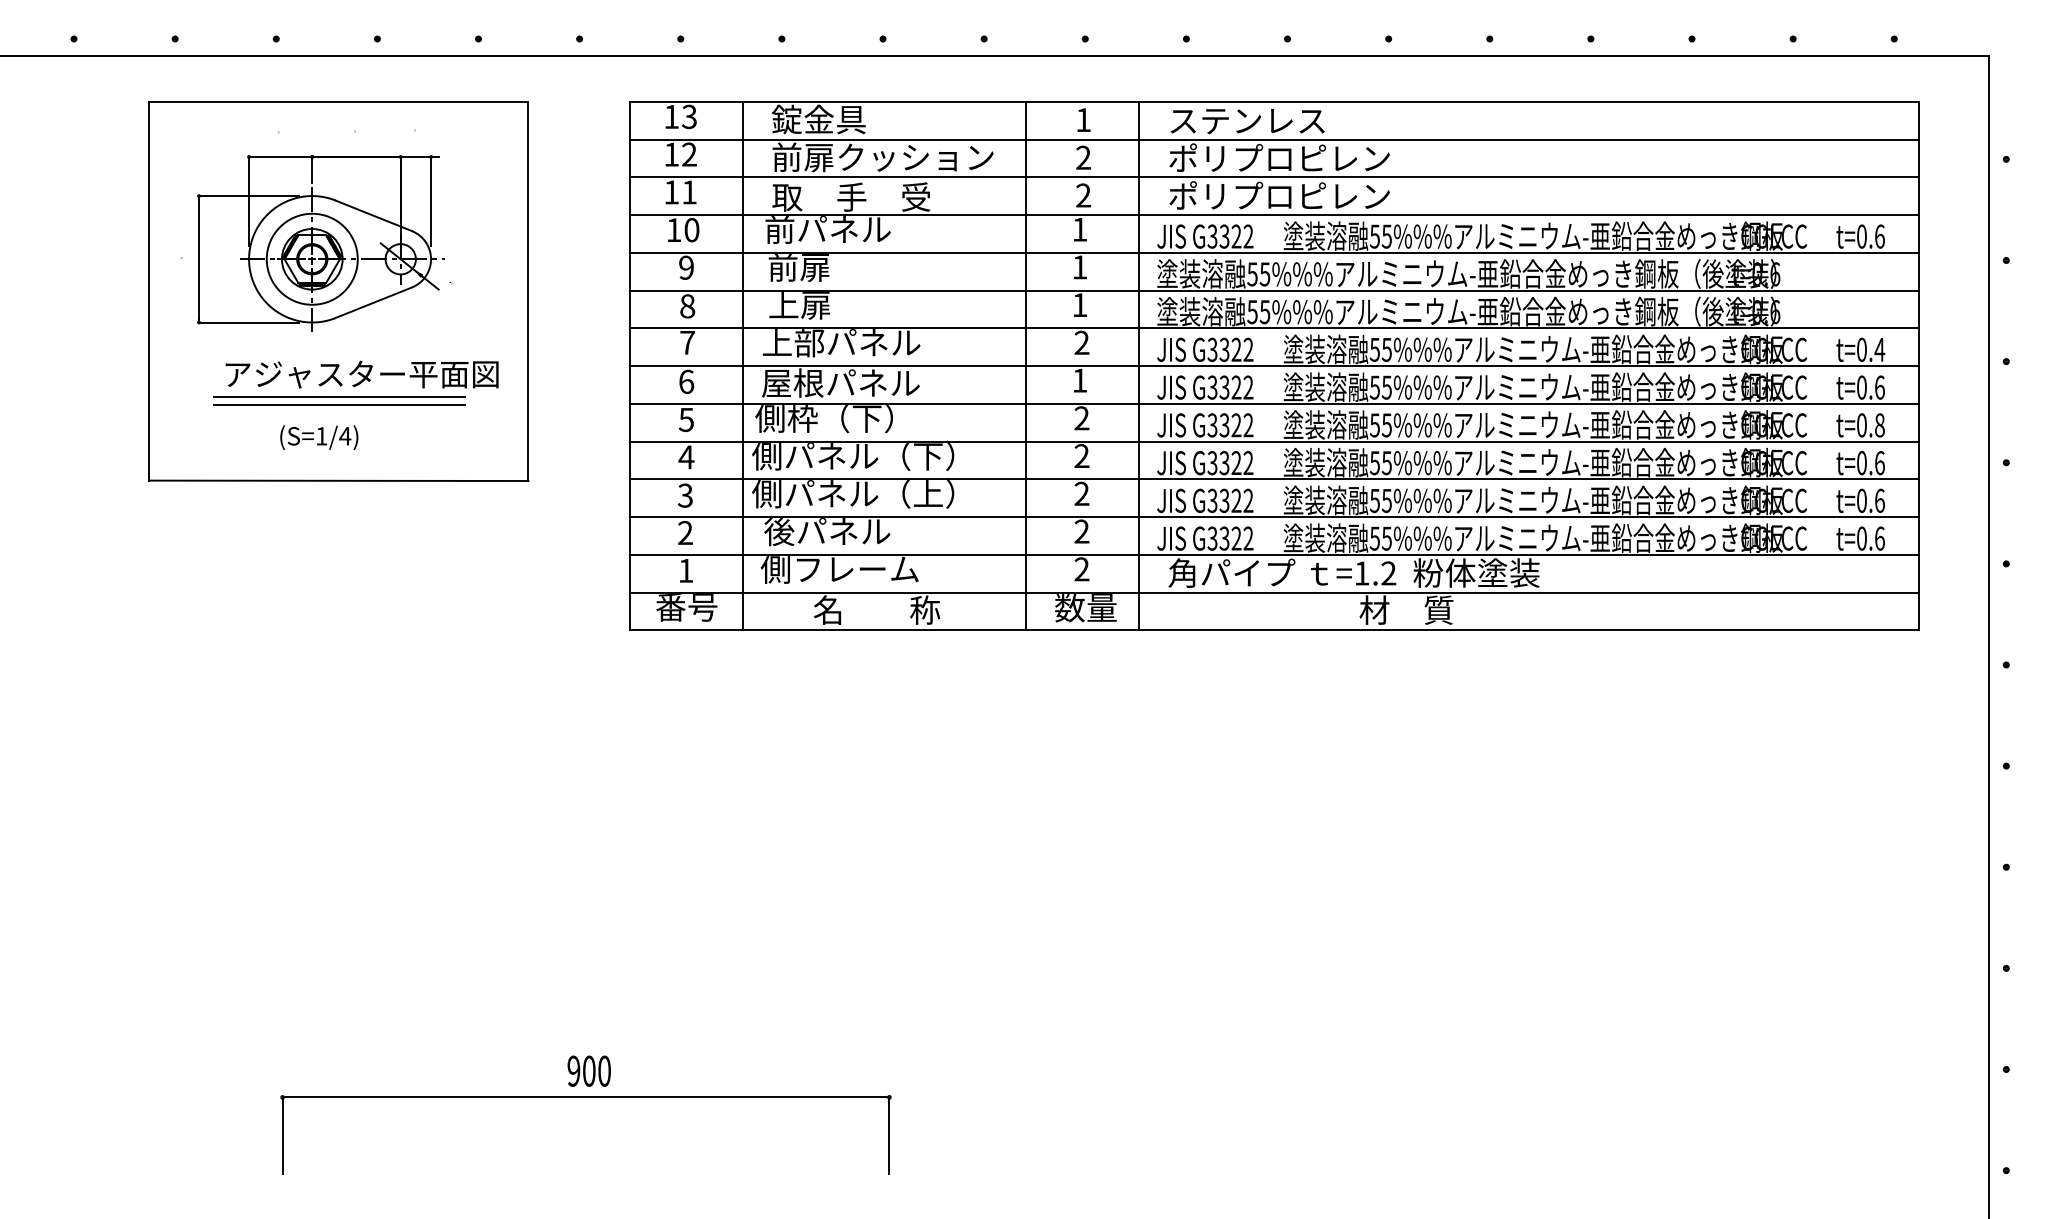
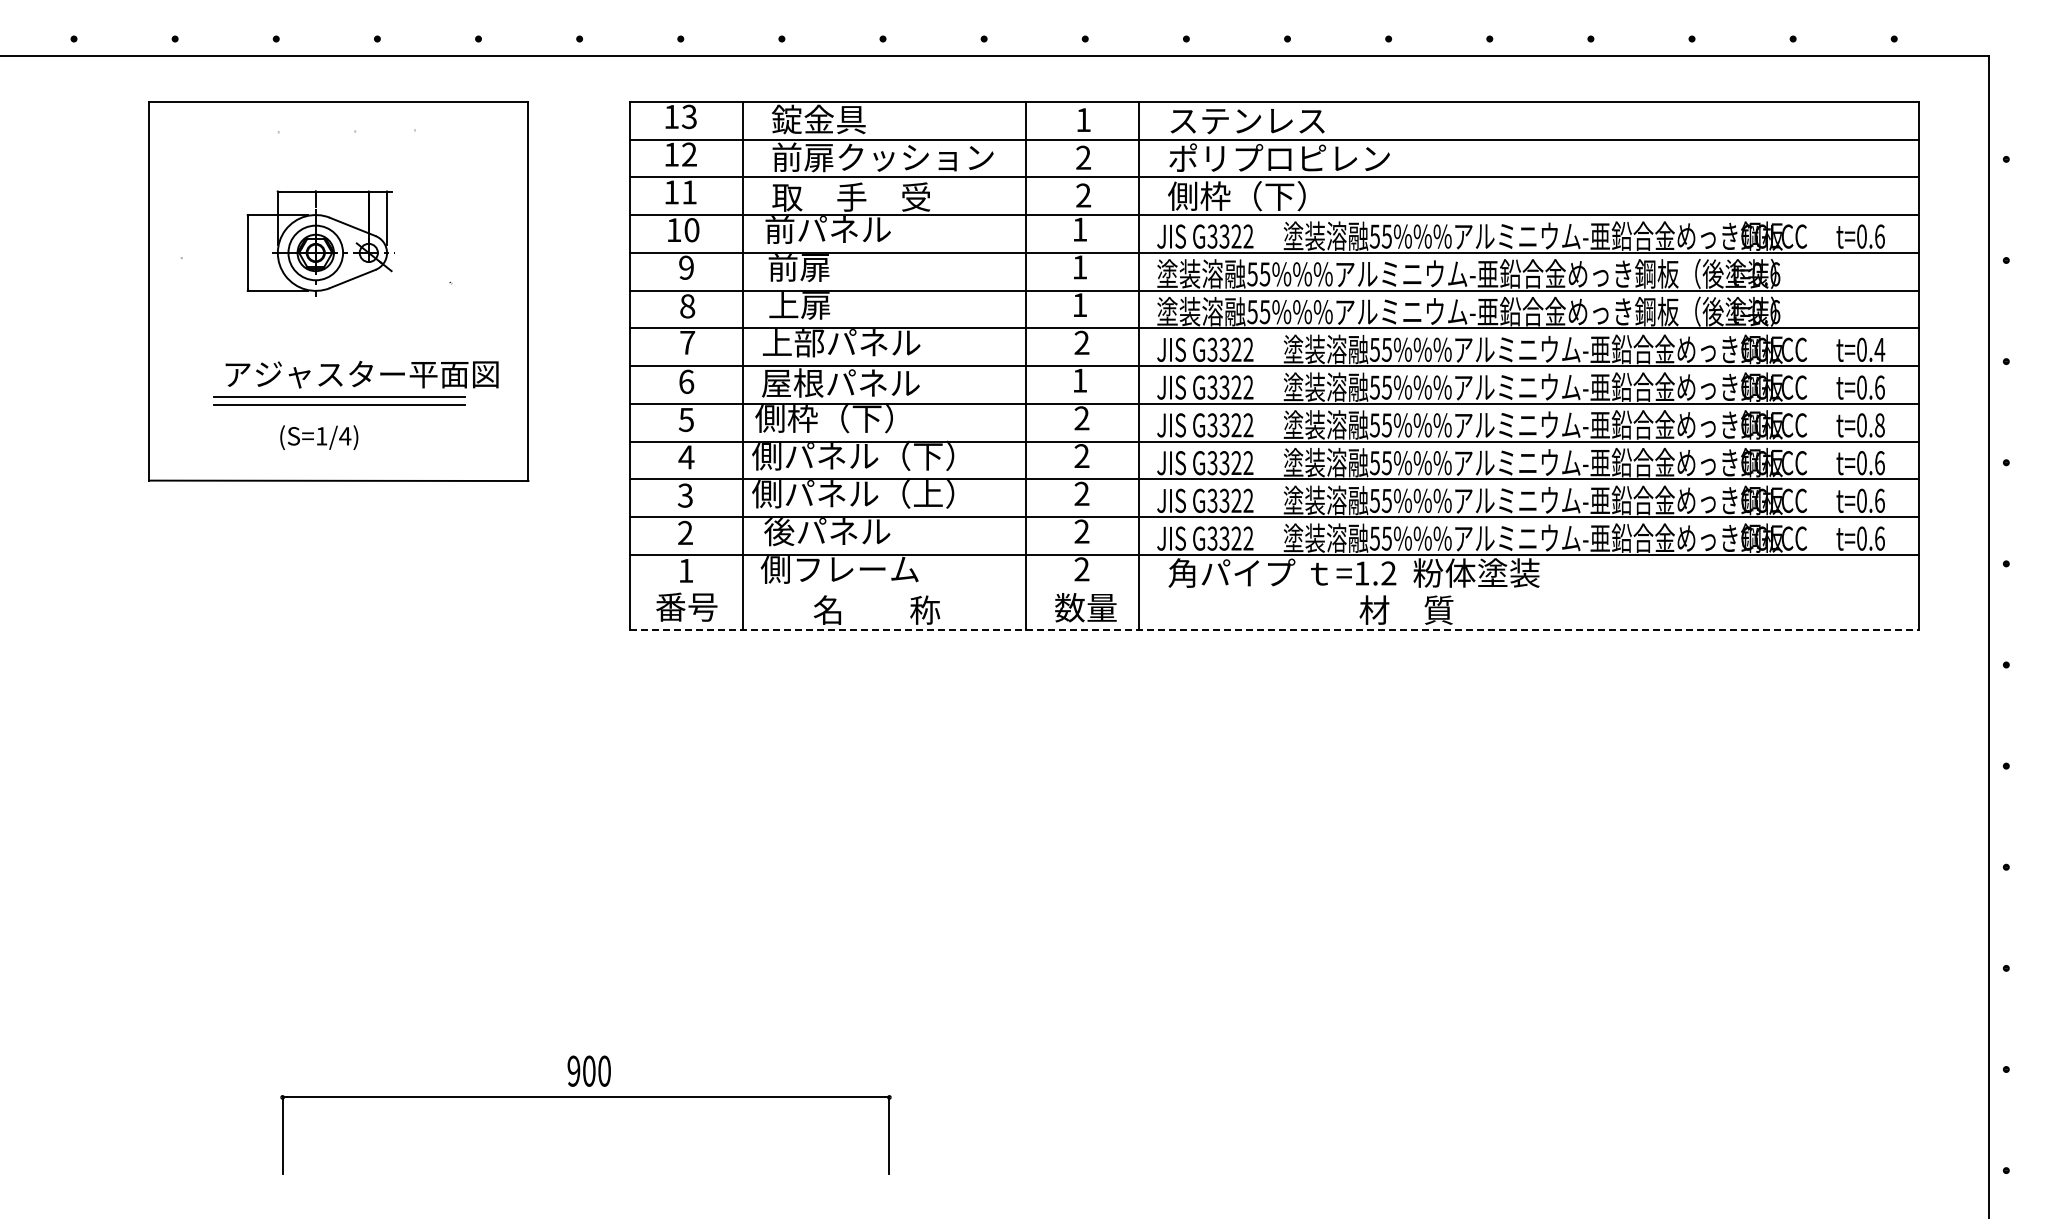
text at (1278, 196): ポリプロピレン -> 側枠（下）
part at (320, 243) size: 248x177 px -> 149x107 px
line at (1274, 592): present -> none
line at (1274, 630): solid -> dashed
